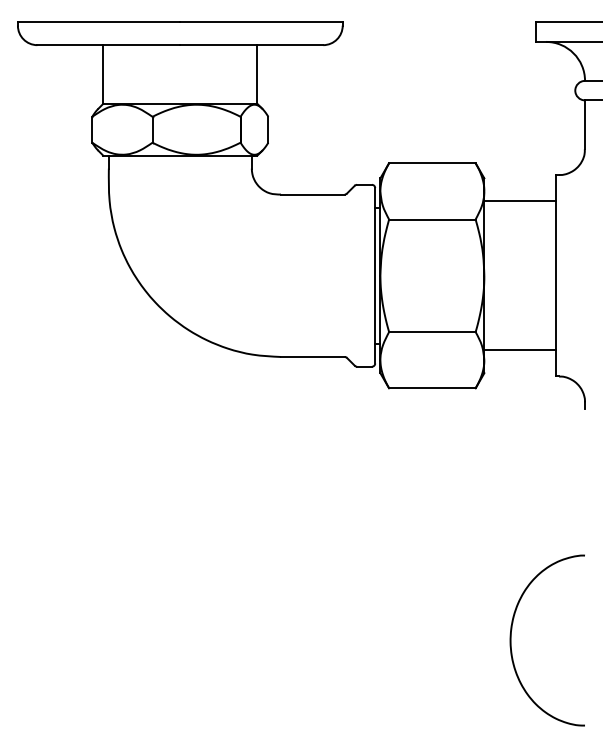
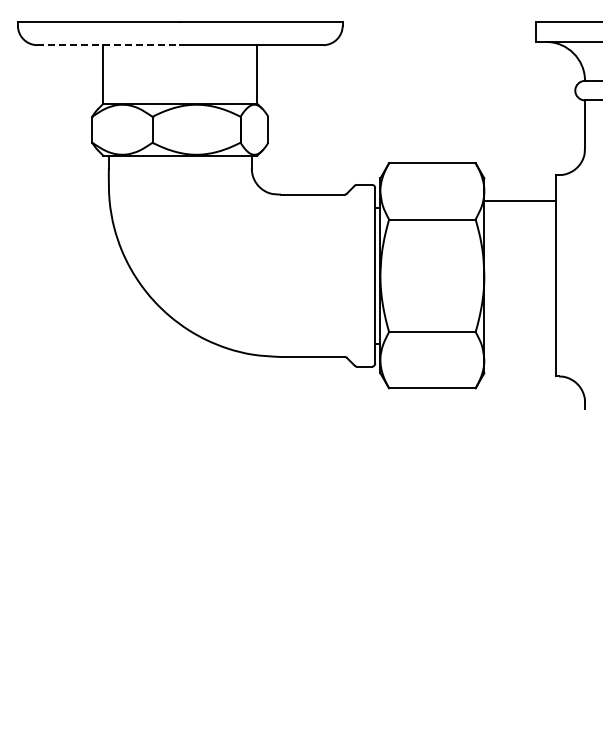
line at (109, 45): solid -> dashed
line at (519, 350): present -> none
curve at (511, 640): present -> none
